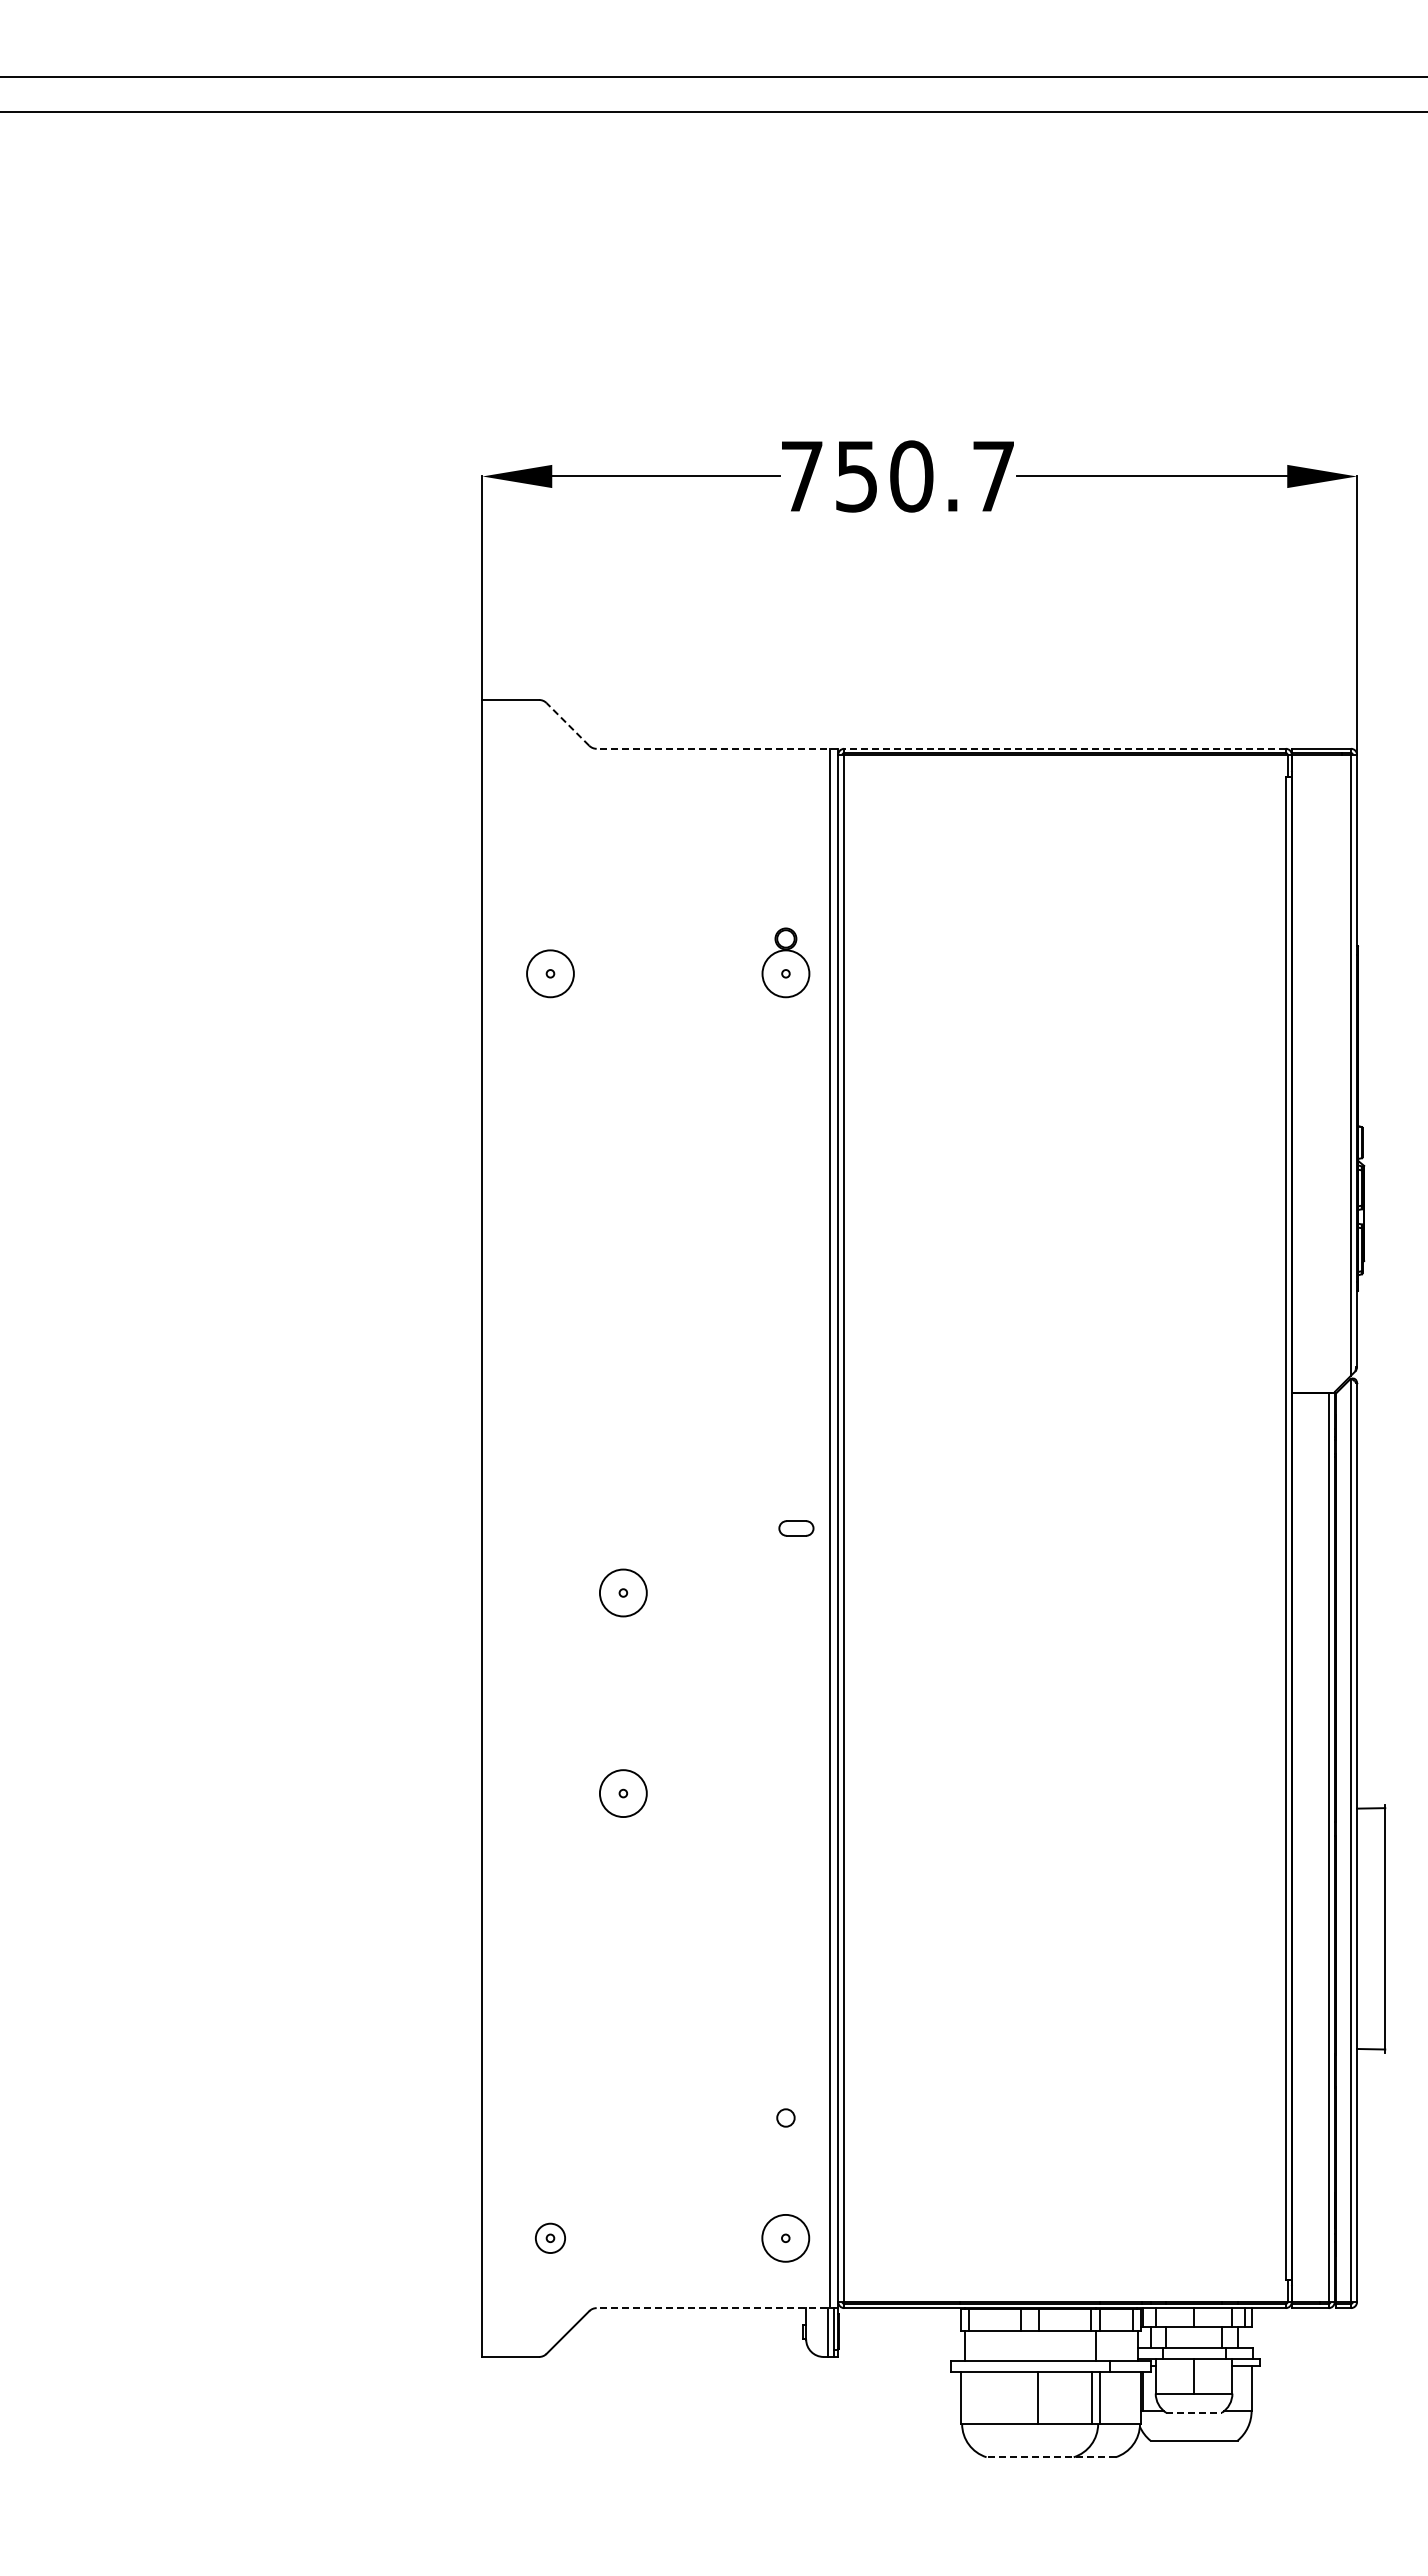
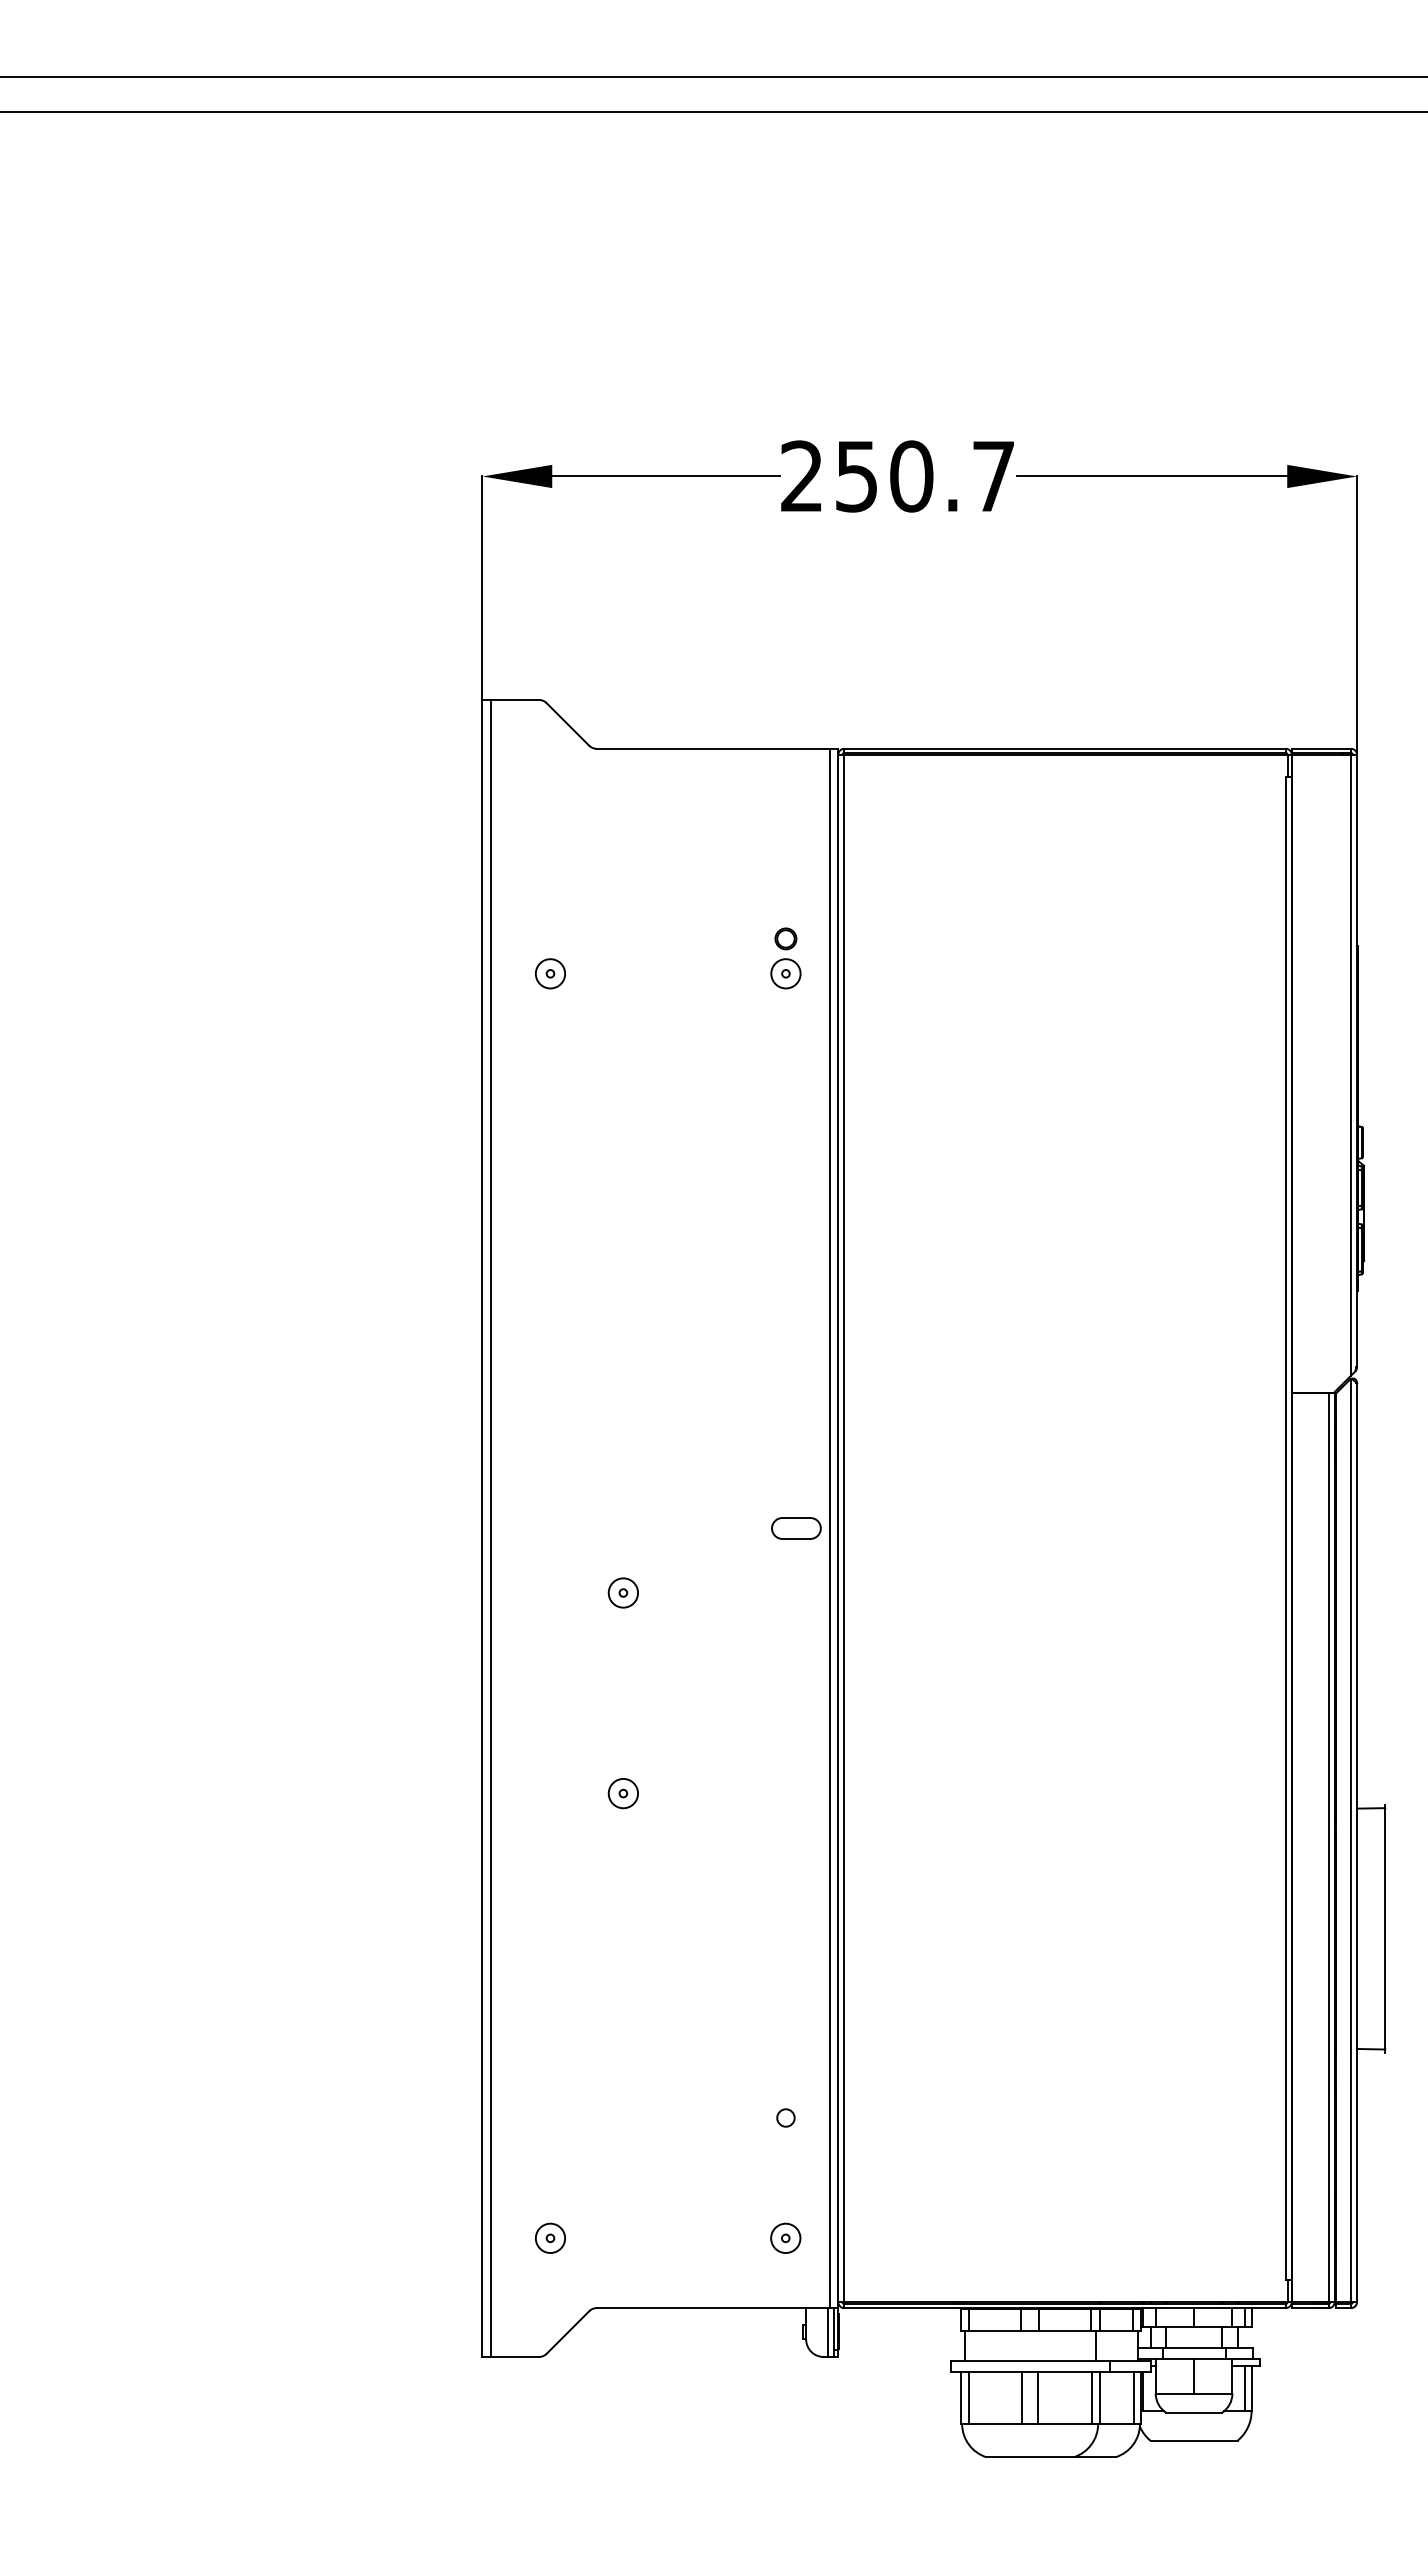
text at (801, 475): 750.7 -> 250.7
line at (567, 724): dashed -> solid
line at (717, 748): dashed -> solid
line at (1065, 748): dashed -> solid
circle at (550, 973) diameter: 47 px -> 29 px
circle at (785, 973) diameter: 47 px -> 29 px
line at (491, 1527): none -> present
part at (796, 1528) size: 37x17 px -> 51x23 px
circle at (622, 1592) diameter: 47 px -> 29 px
circle at (622, 1793) diameter: 47 px -> 29 px
circle at (785, 2237) diameter: 47 px -> 29 px
line at (717, 2308): dashed -> solid
line at (1245, 2388): none -> present
line at (968, 2397): none -> present
line at (1022, 2397): none -> present
line at (1133, 2397): none -> present
line at (1194, 2412): dashed -> solid
line at (1051, 2457): dashed -> solid
